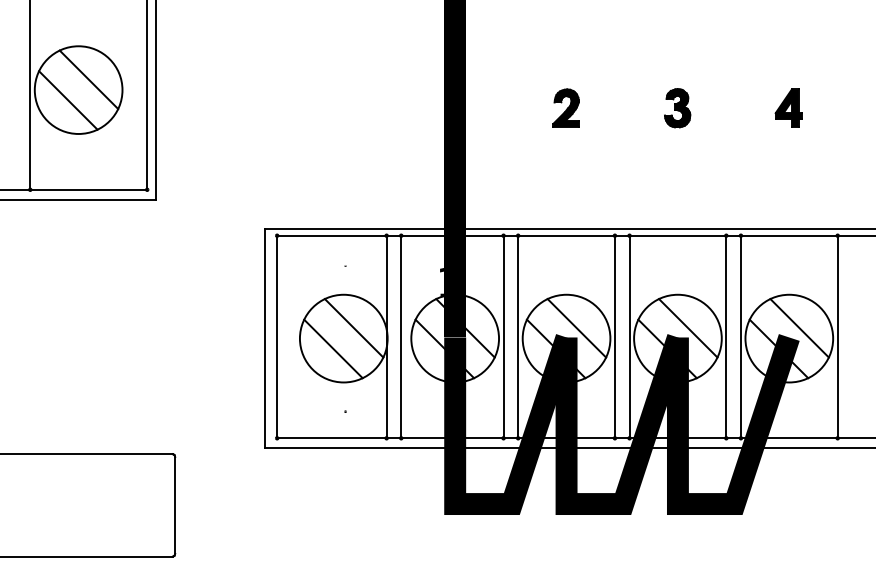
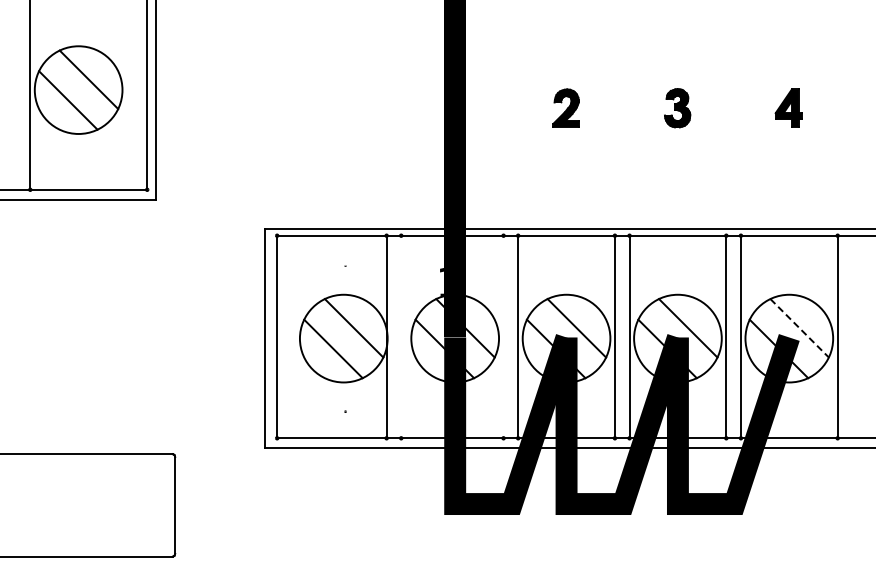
line at (800, 328): solid -> dashed
line at (401, 336): present -> none
line at (503, 336): present -> none
